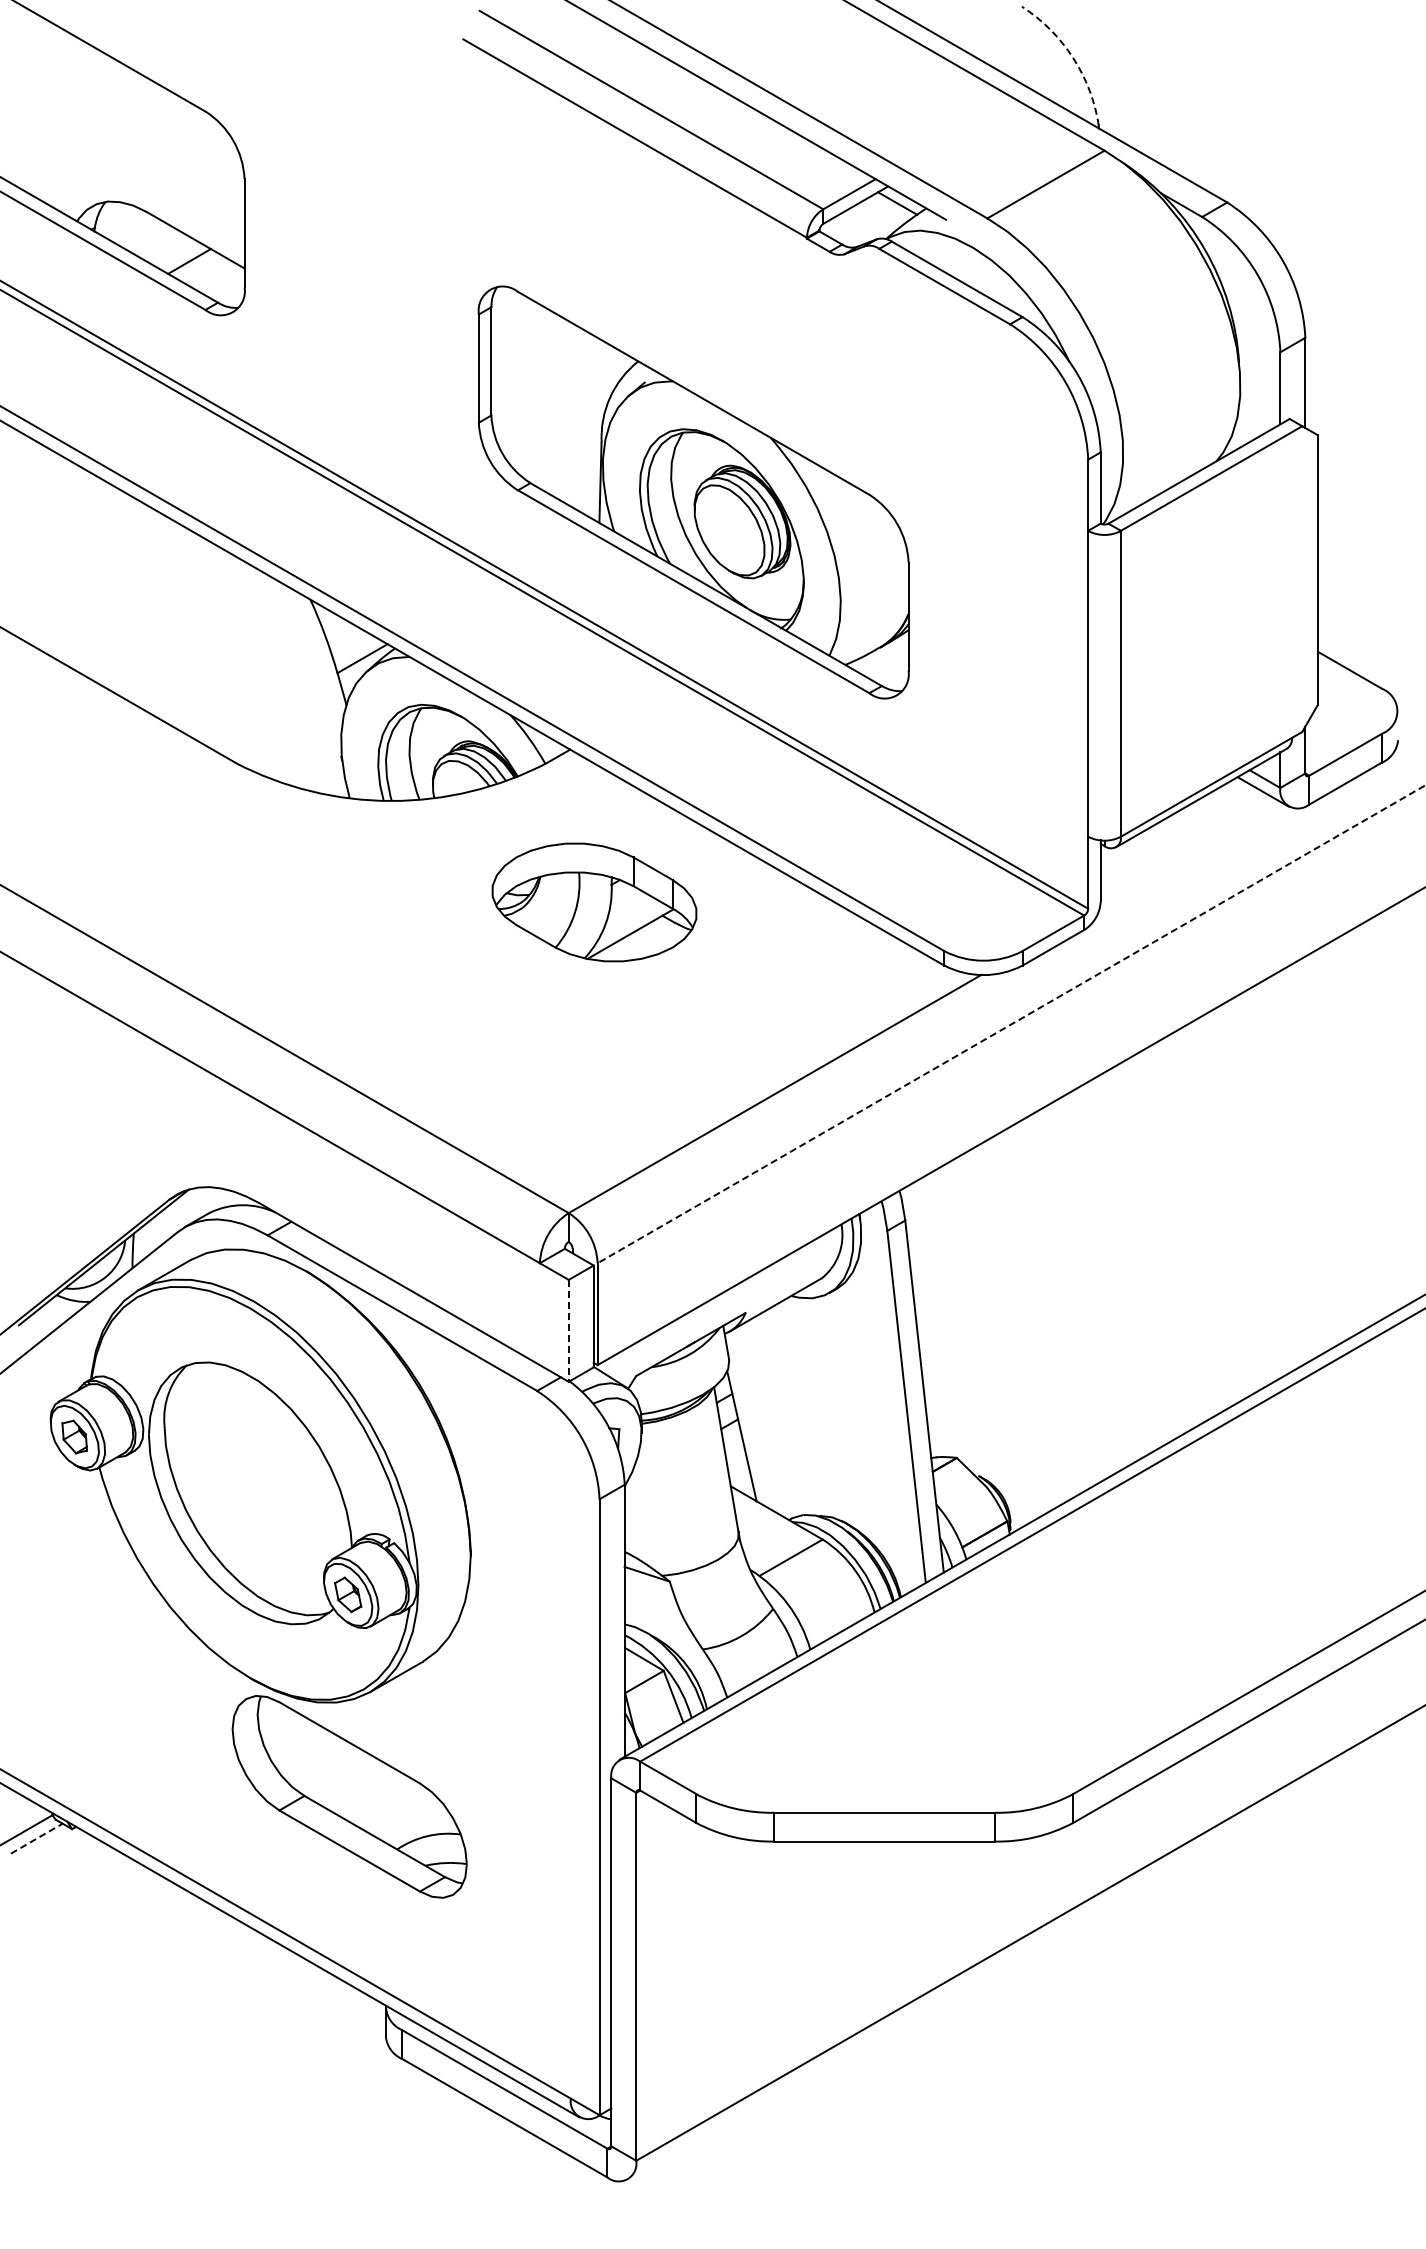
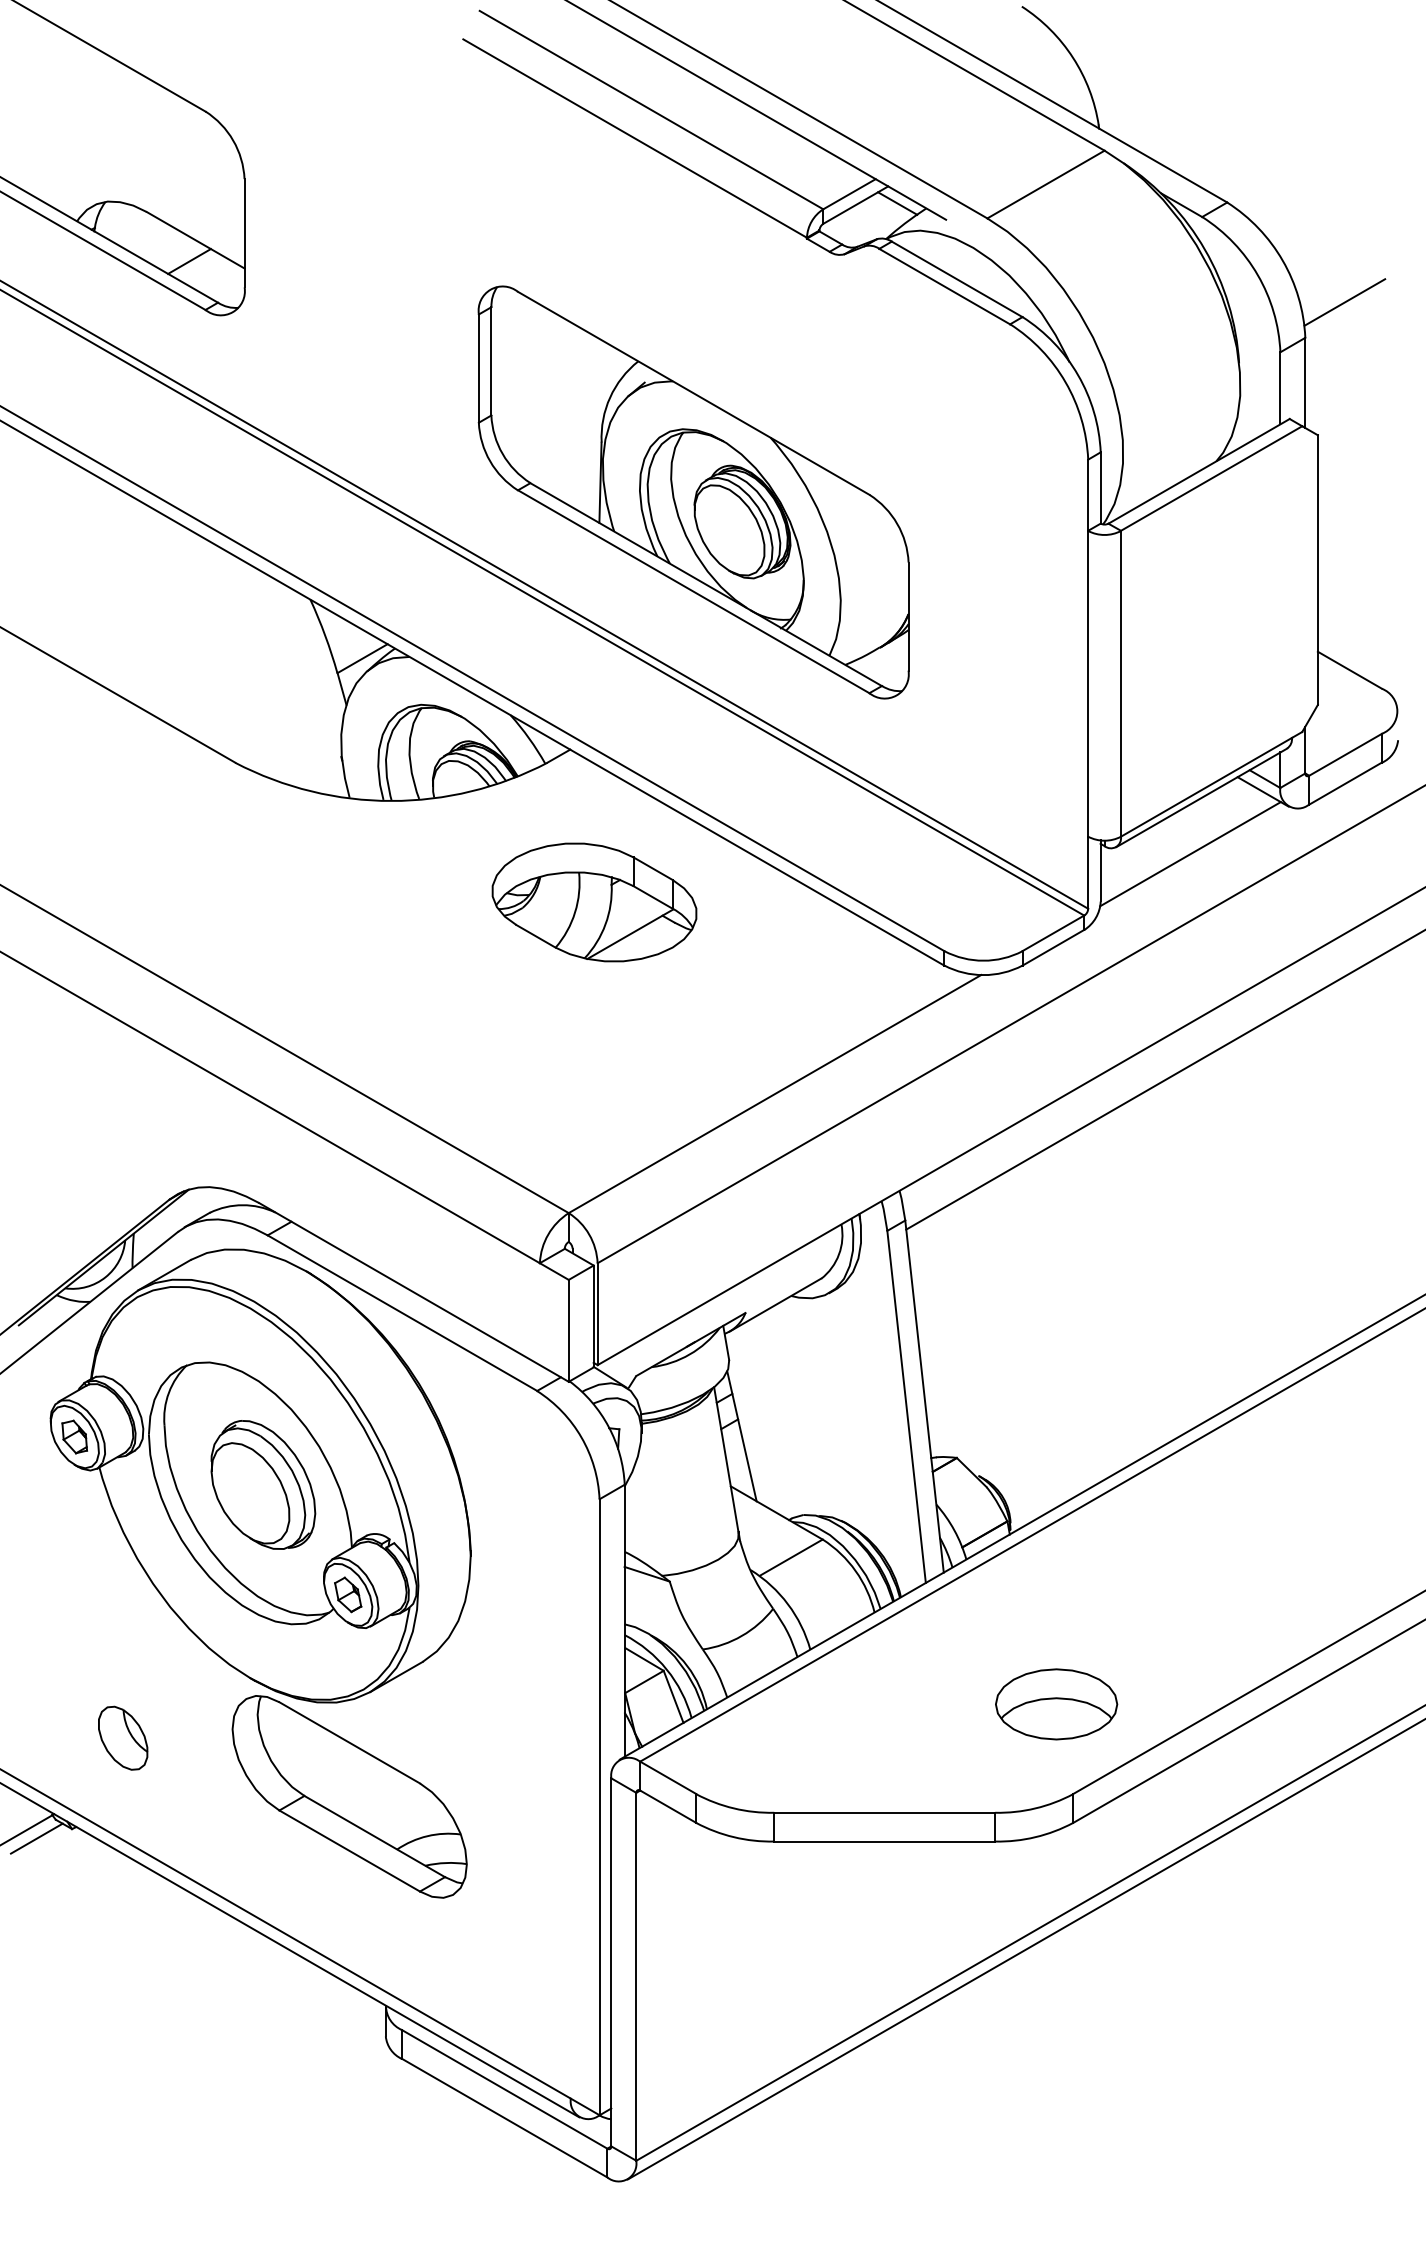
arc at (1073, 57): dashed -> solid
line at (1344, 302): none -> present
line at (1190, 854): none -> present
line at (1011, 1024): dashed -> solid
line at (1164, 1080): none -> present
line at (568, 1330): dashed -> solid
part at (263, 1484): none -> present
part at (1056, 1704): none -> present
part at (123, 1737): none -> present
line at (36, 1838): dashed -> solid
line at (1024, 1949): none -> present
